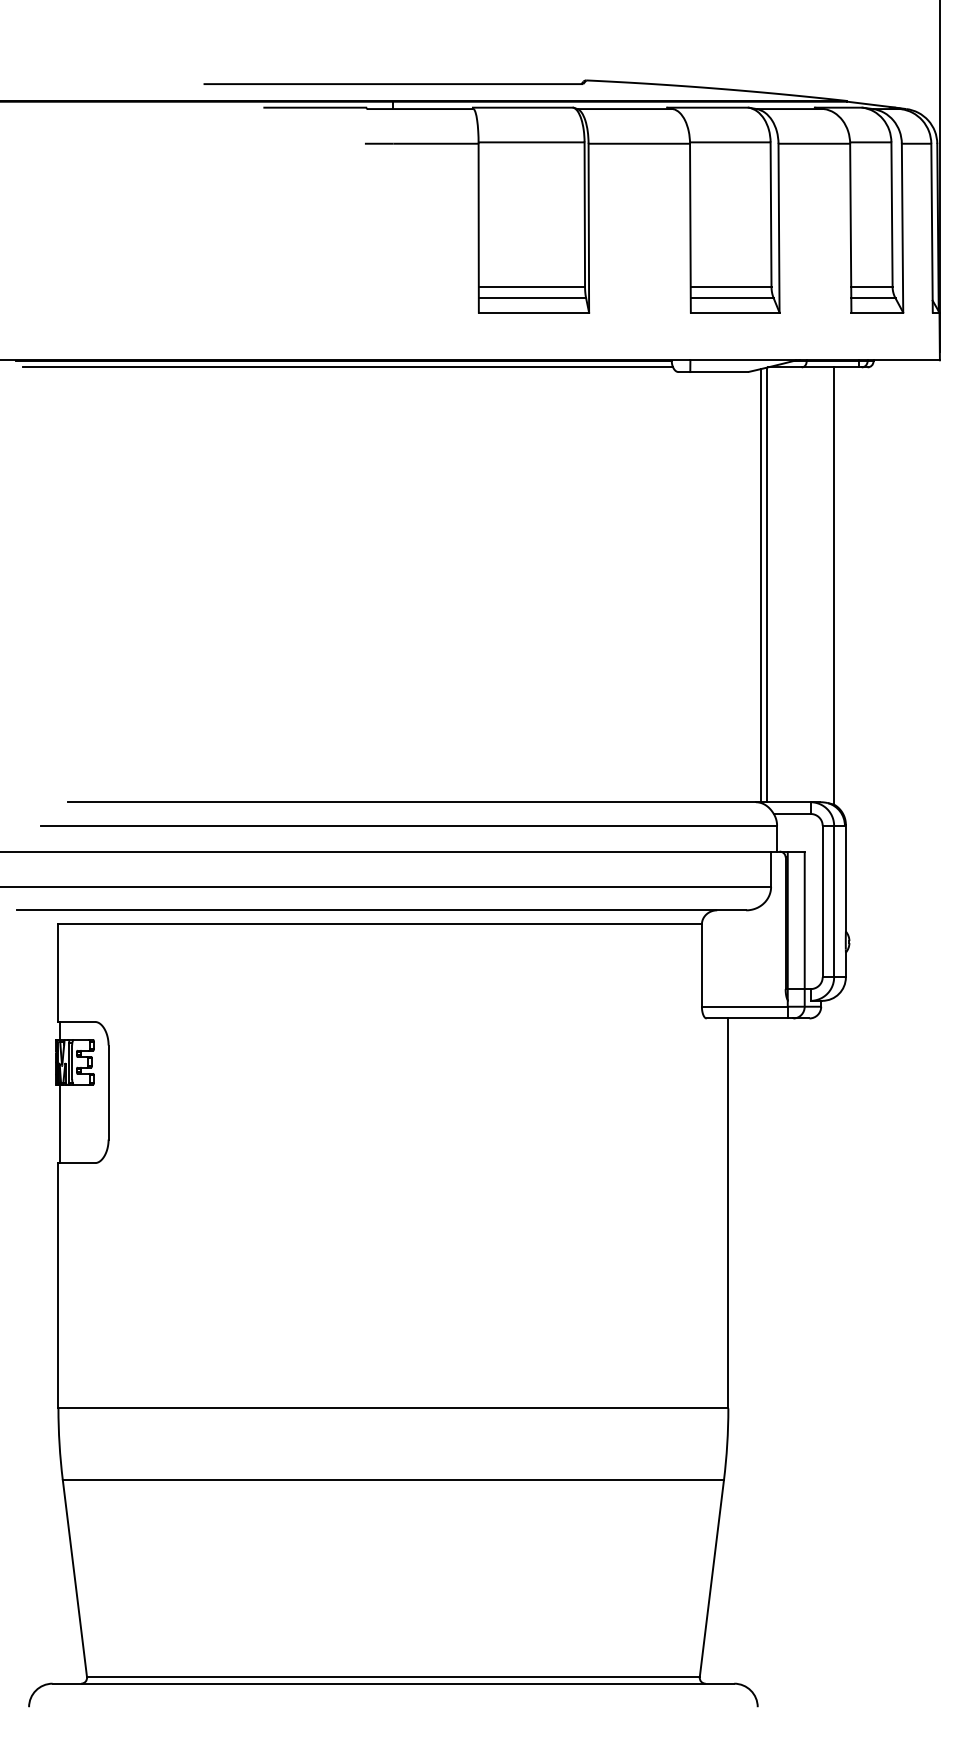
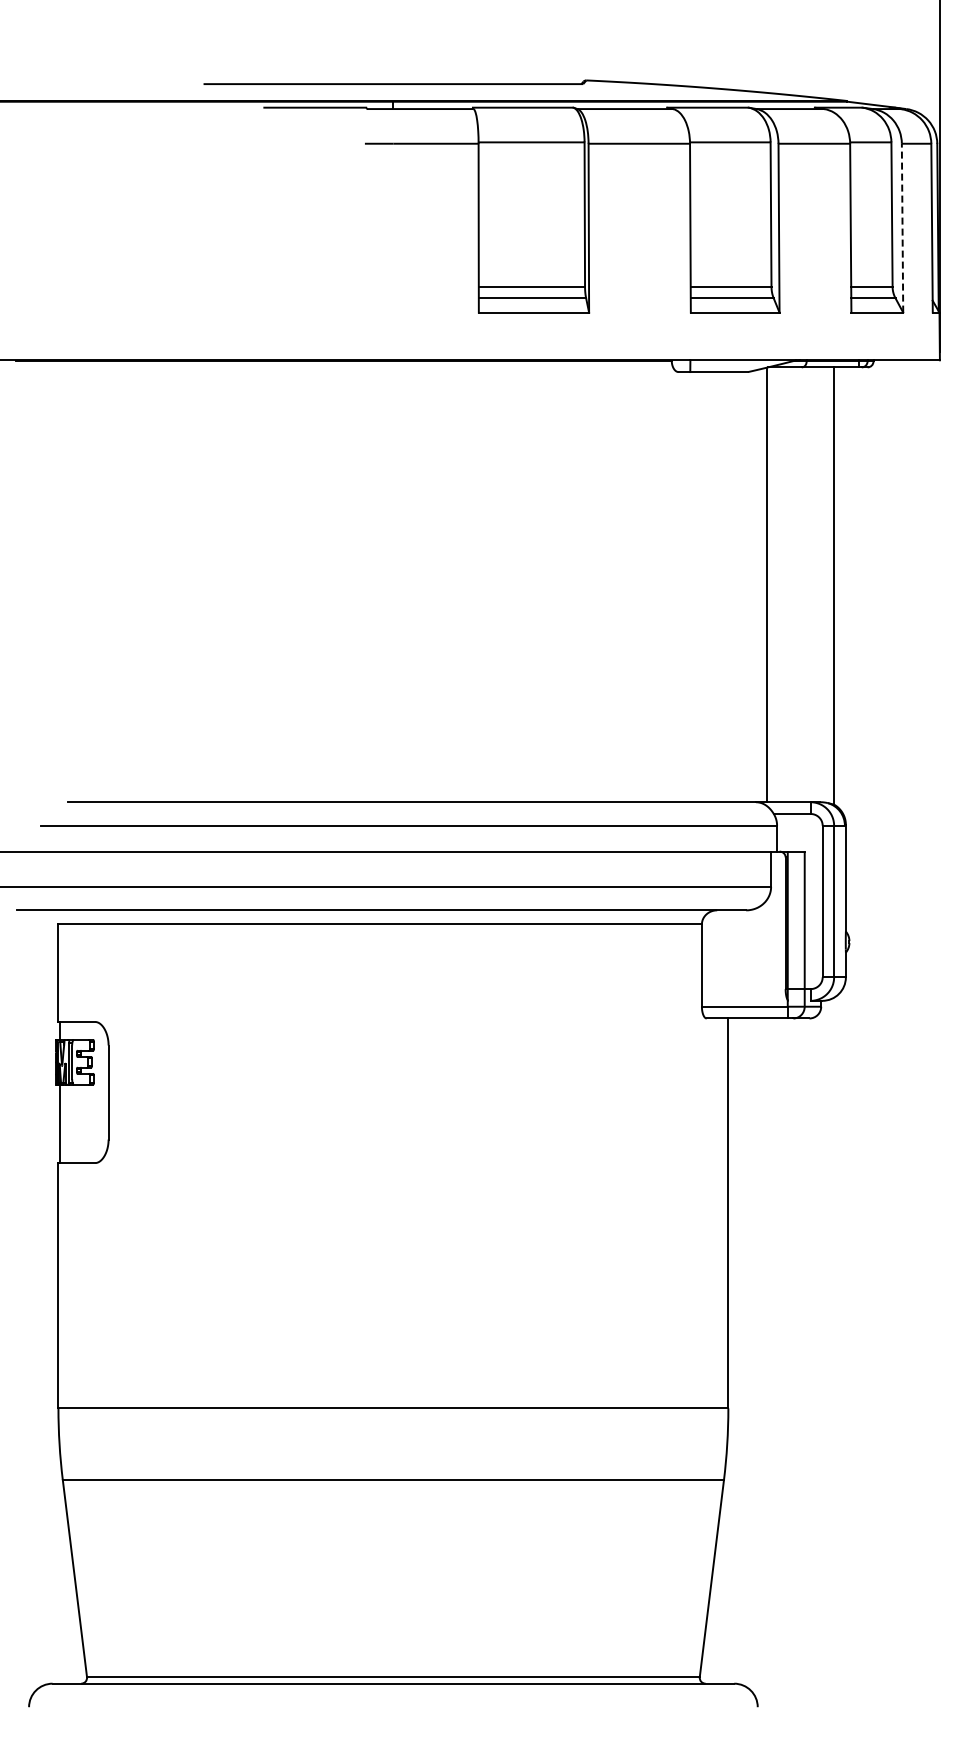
line at (902, 227): solid -> dashed
line at (347, 367): present -> none
line at (760, 585): present -> none
